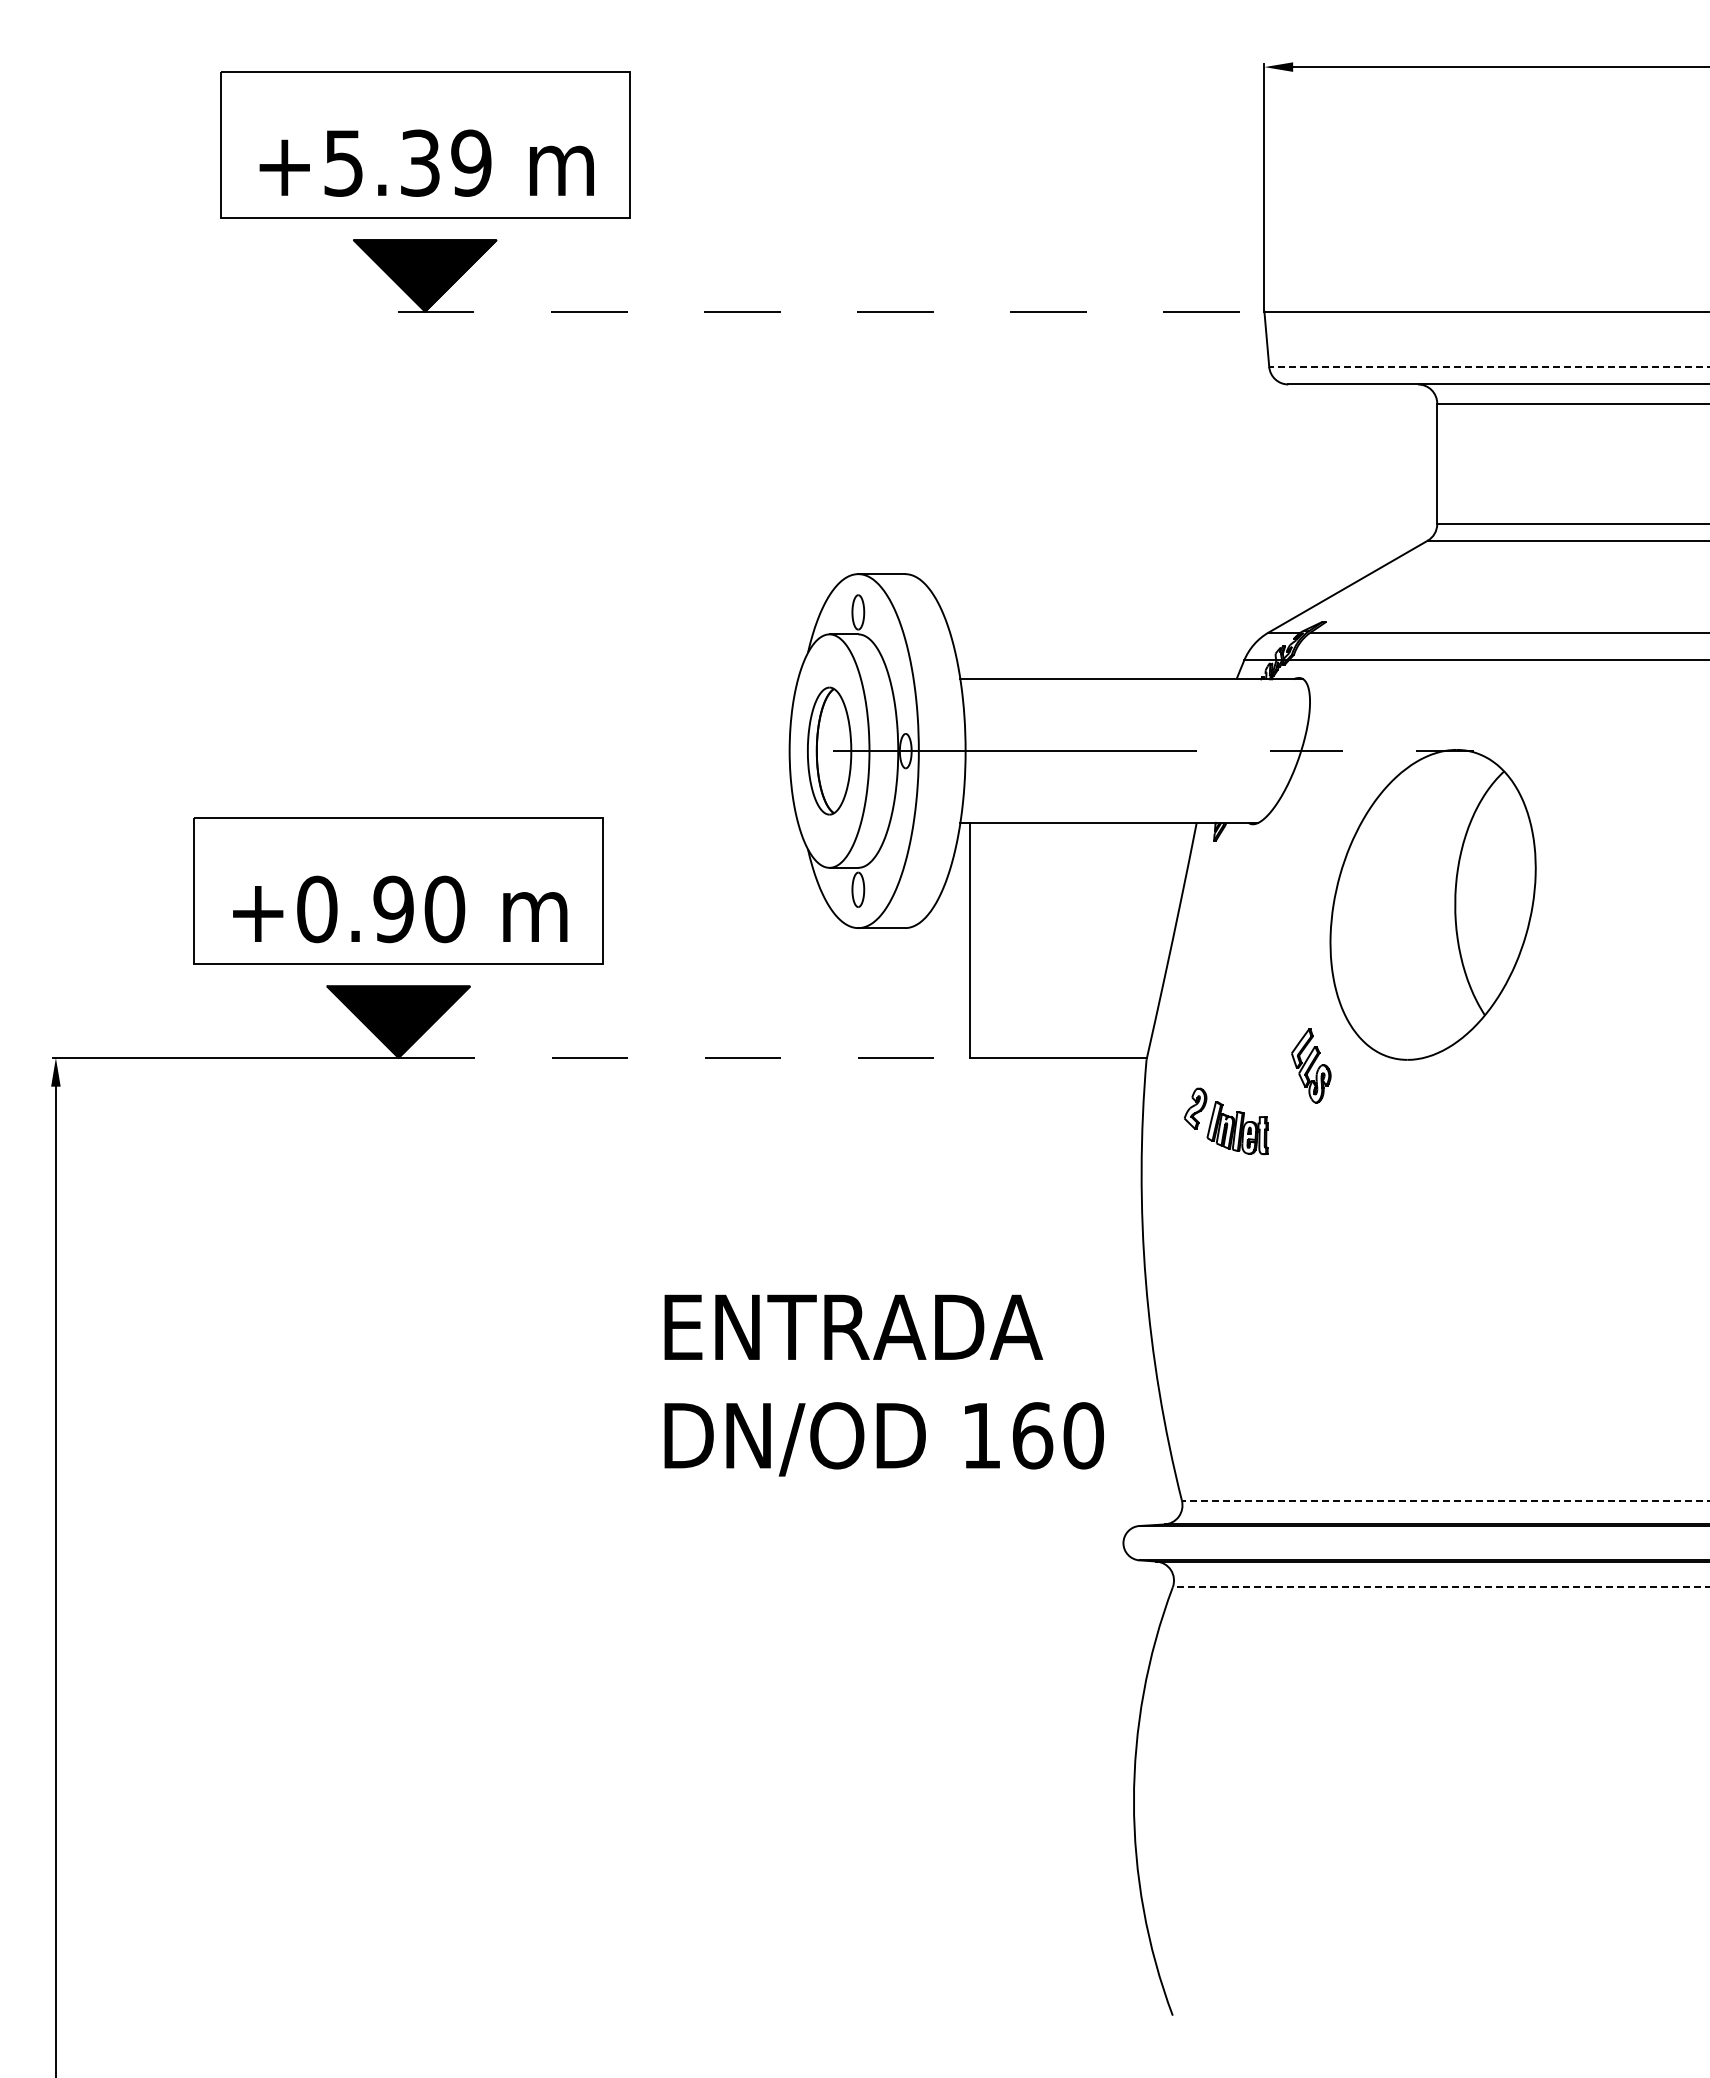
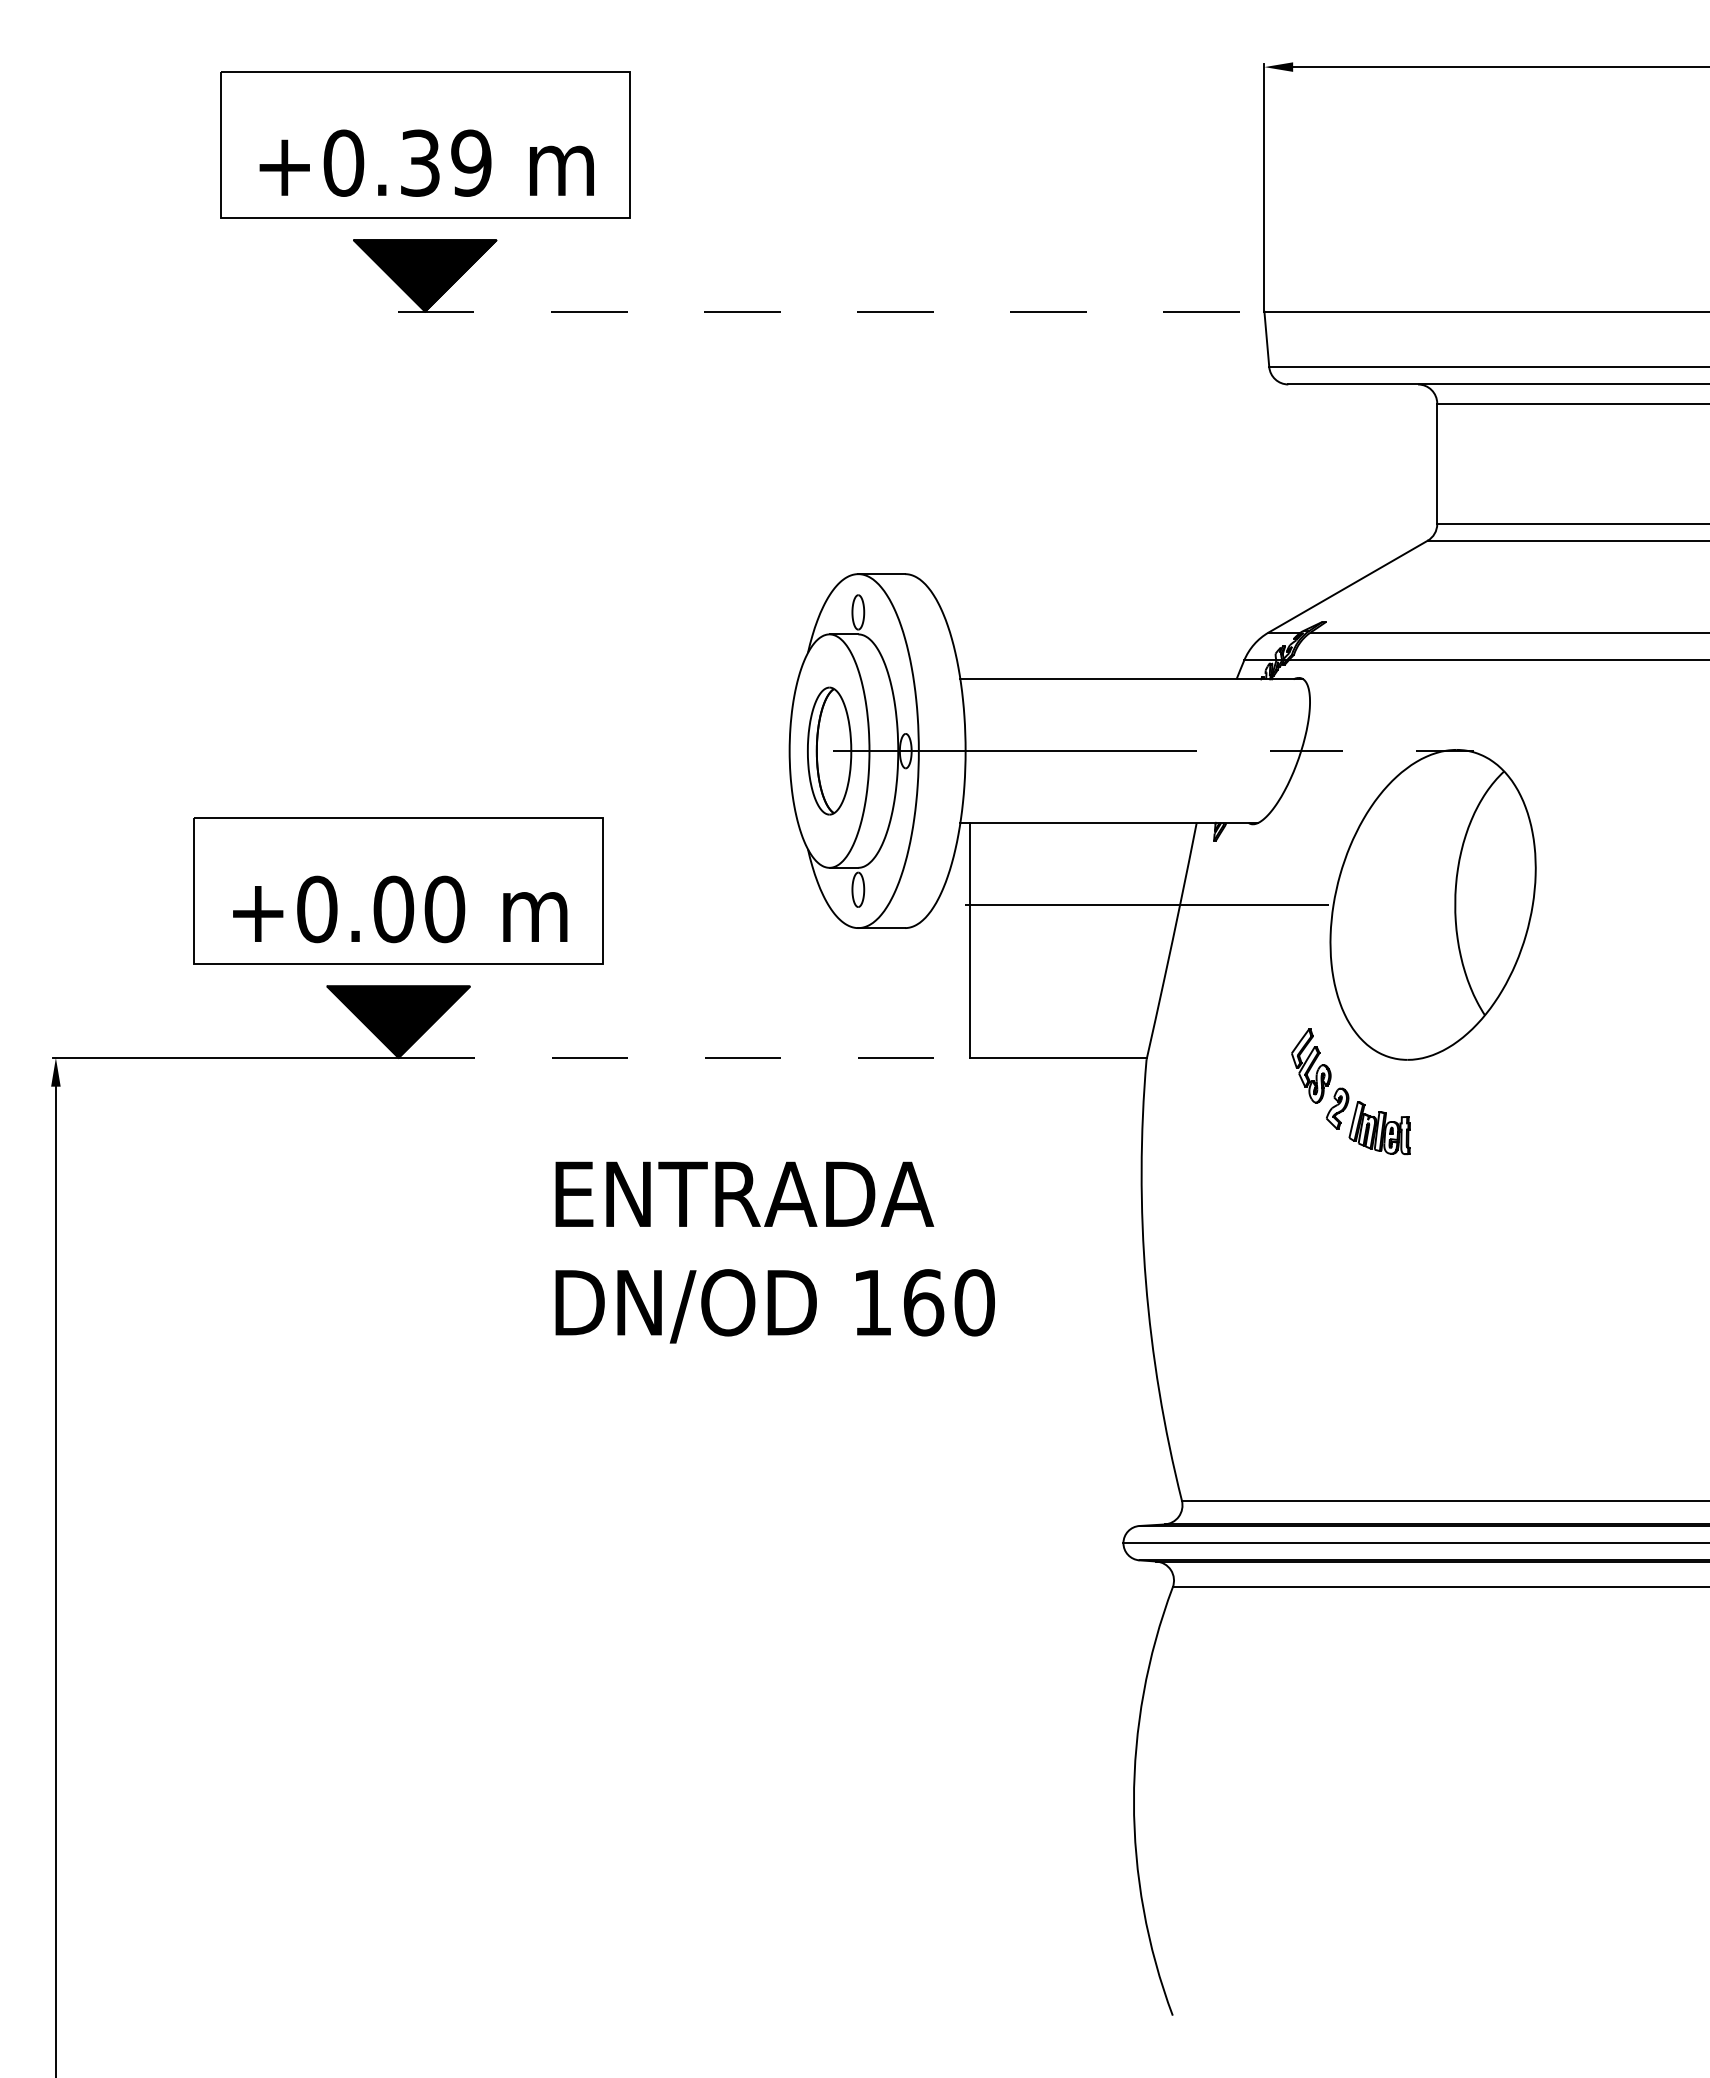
text at (343, 162): +5.39 -> +0.39
line at (1489, 367): dashed -> solid
line at (1167, 904): none -> present
text at (393, 909): +0.90 -> +0.00
part at (1226, 1121) position: (1226, 1121) -> (1368, 1121)
text at (883, 1385) position: (883, 1385) -> (774, 1252)
line at (1445, 1500): dashed -> solid
line at (1414, 1543): none -> present
line at (1440, 1587): dashed -> solid
